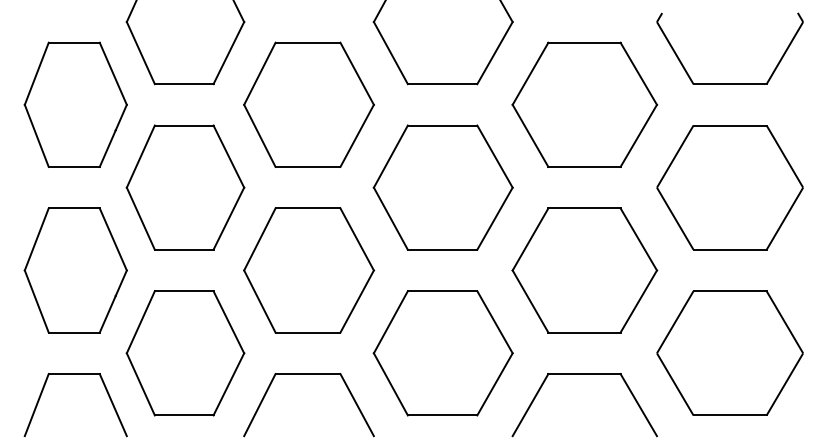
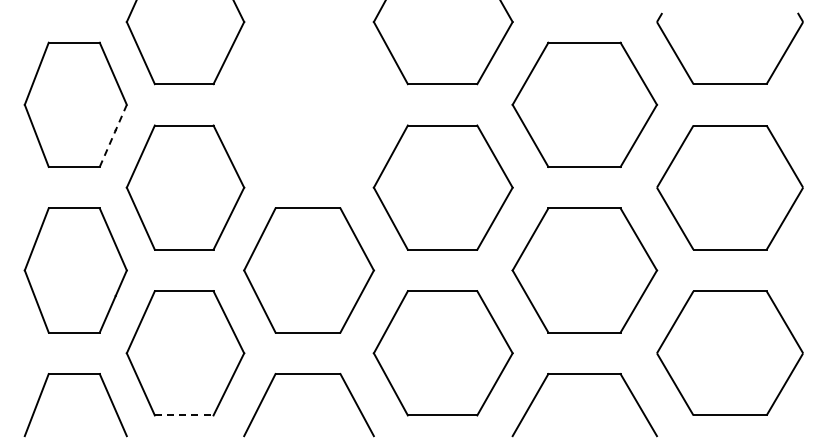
part at (308, 104): present -> none
line at (113, 135): solid -> dashed
line at (184, 415): solid -> dashed
